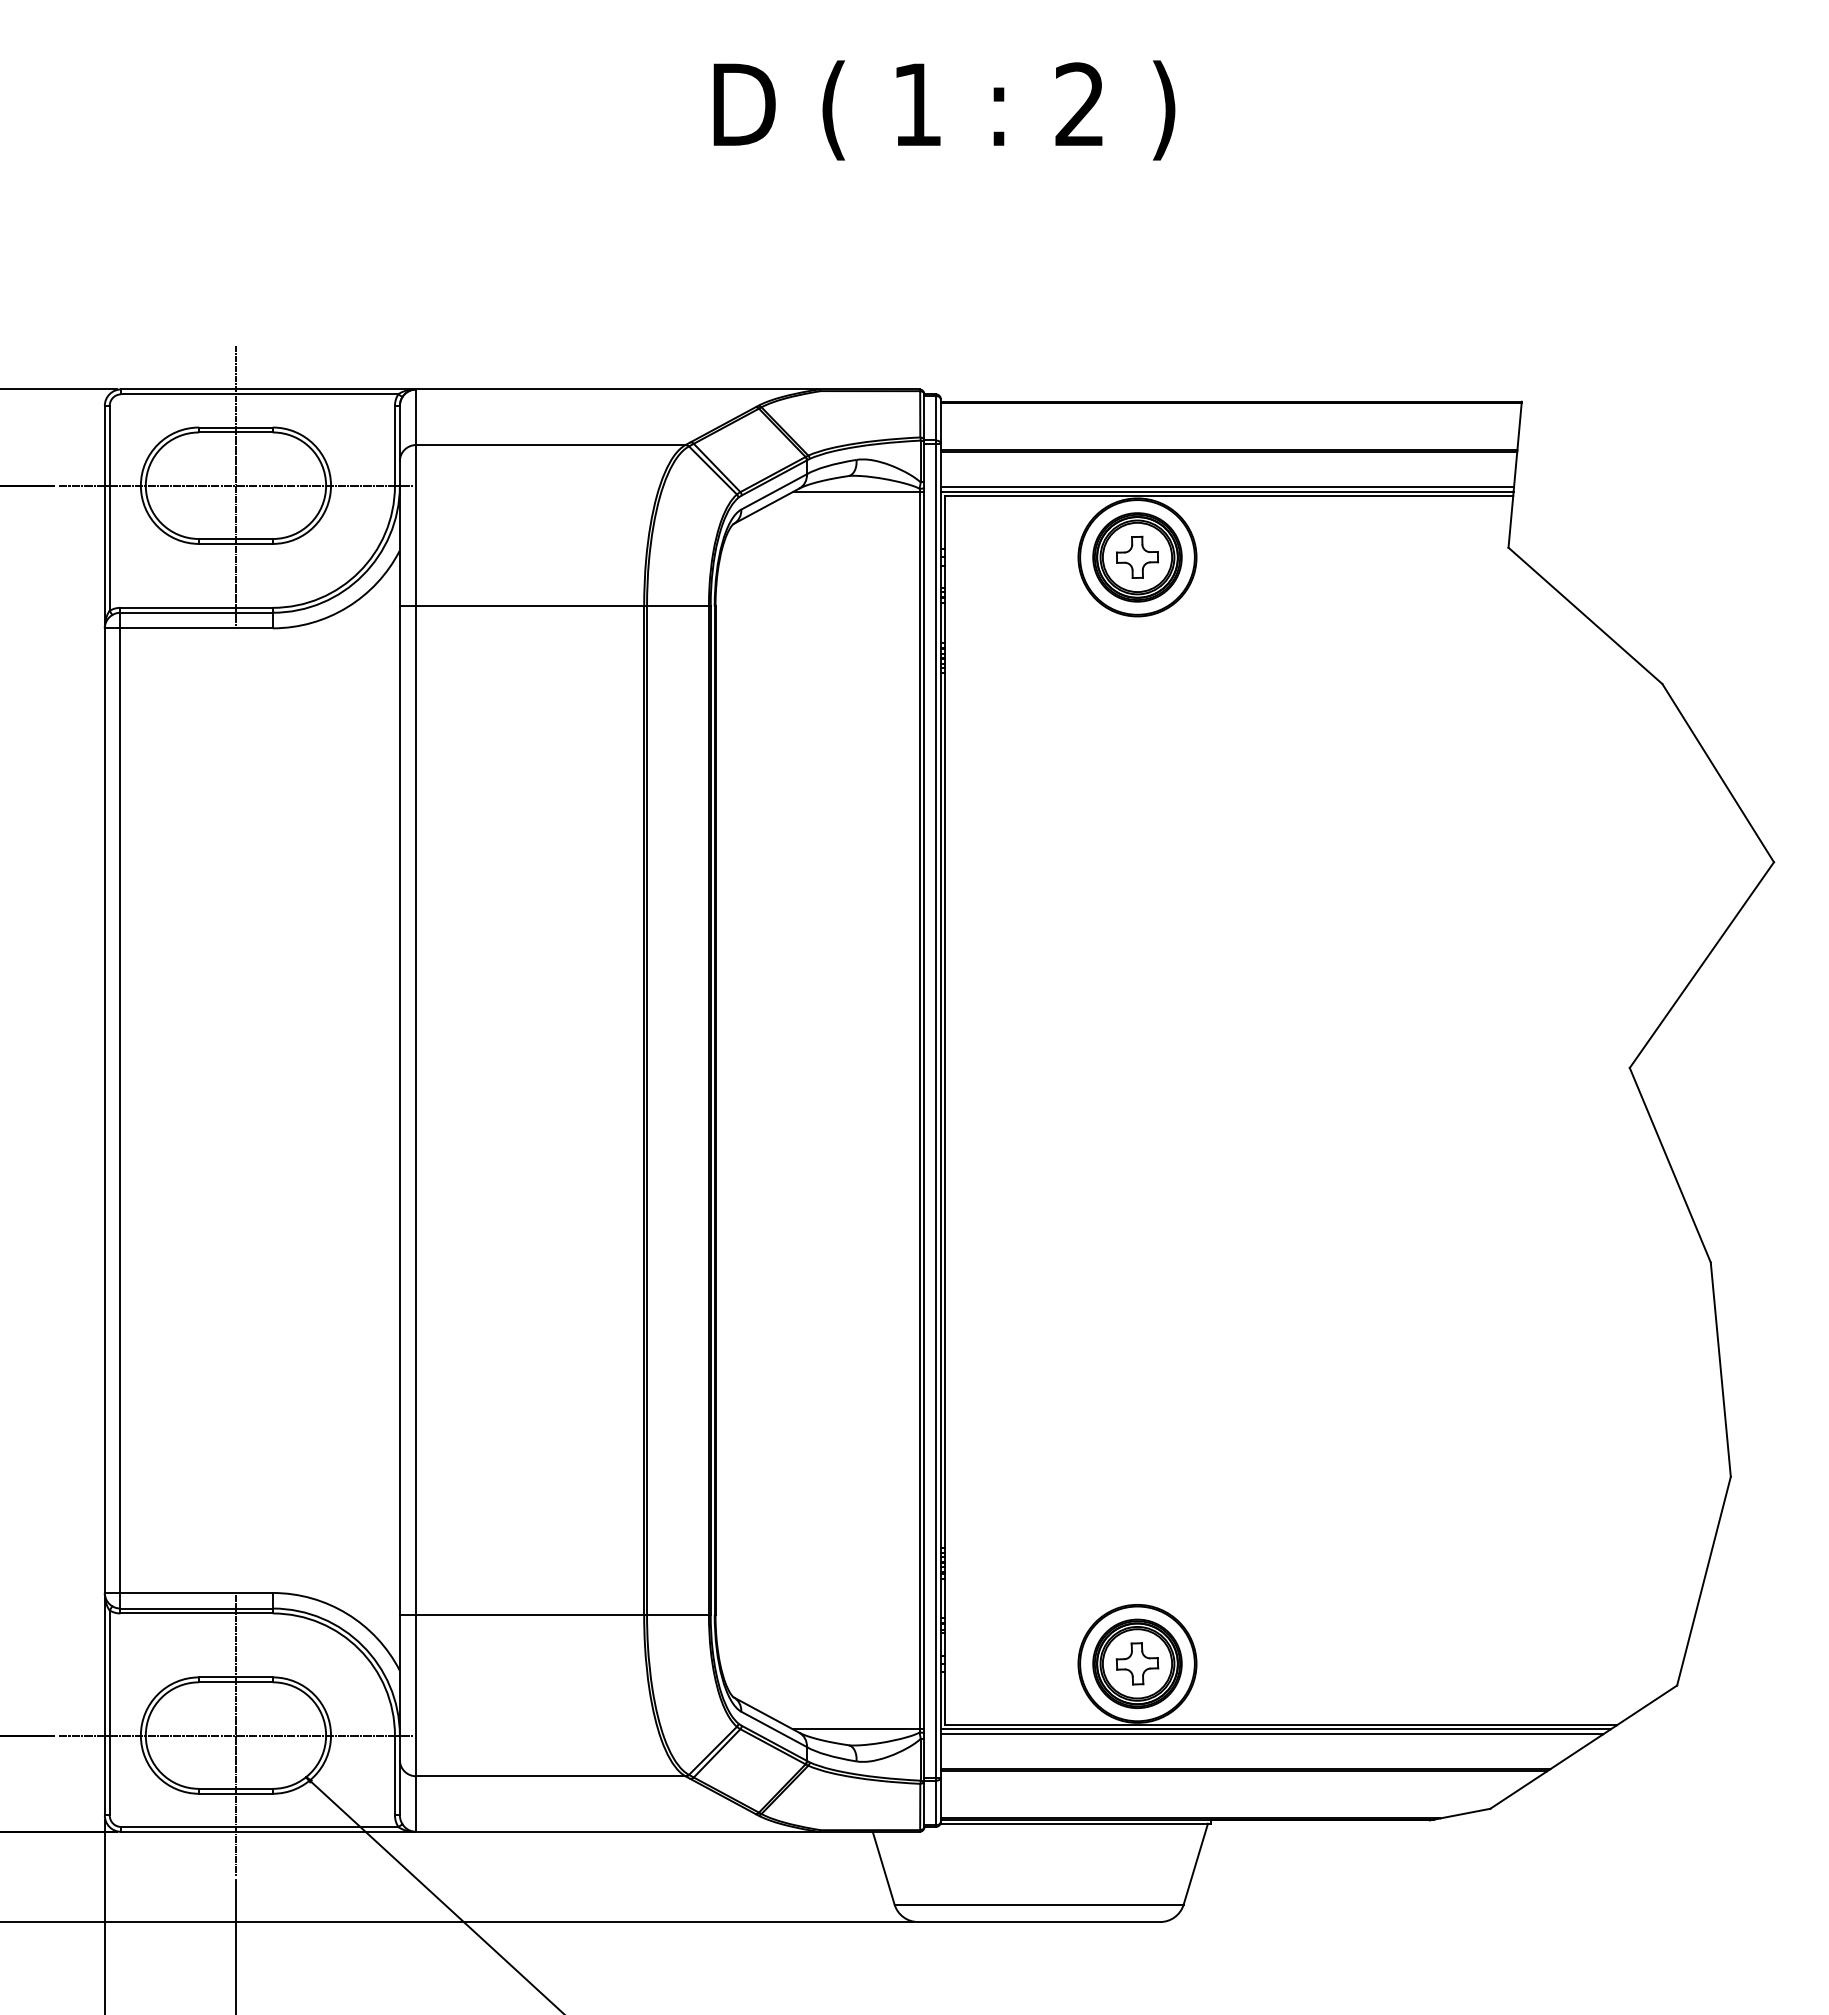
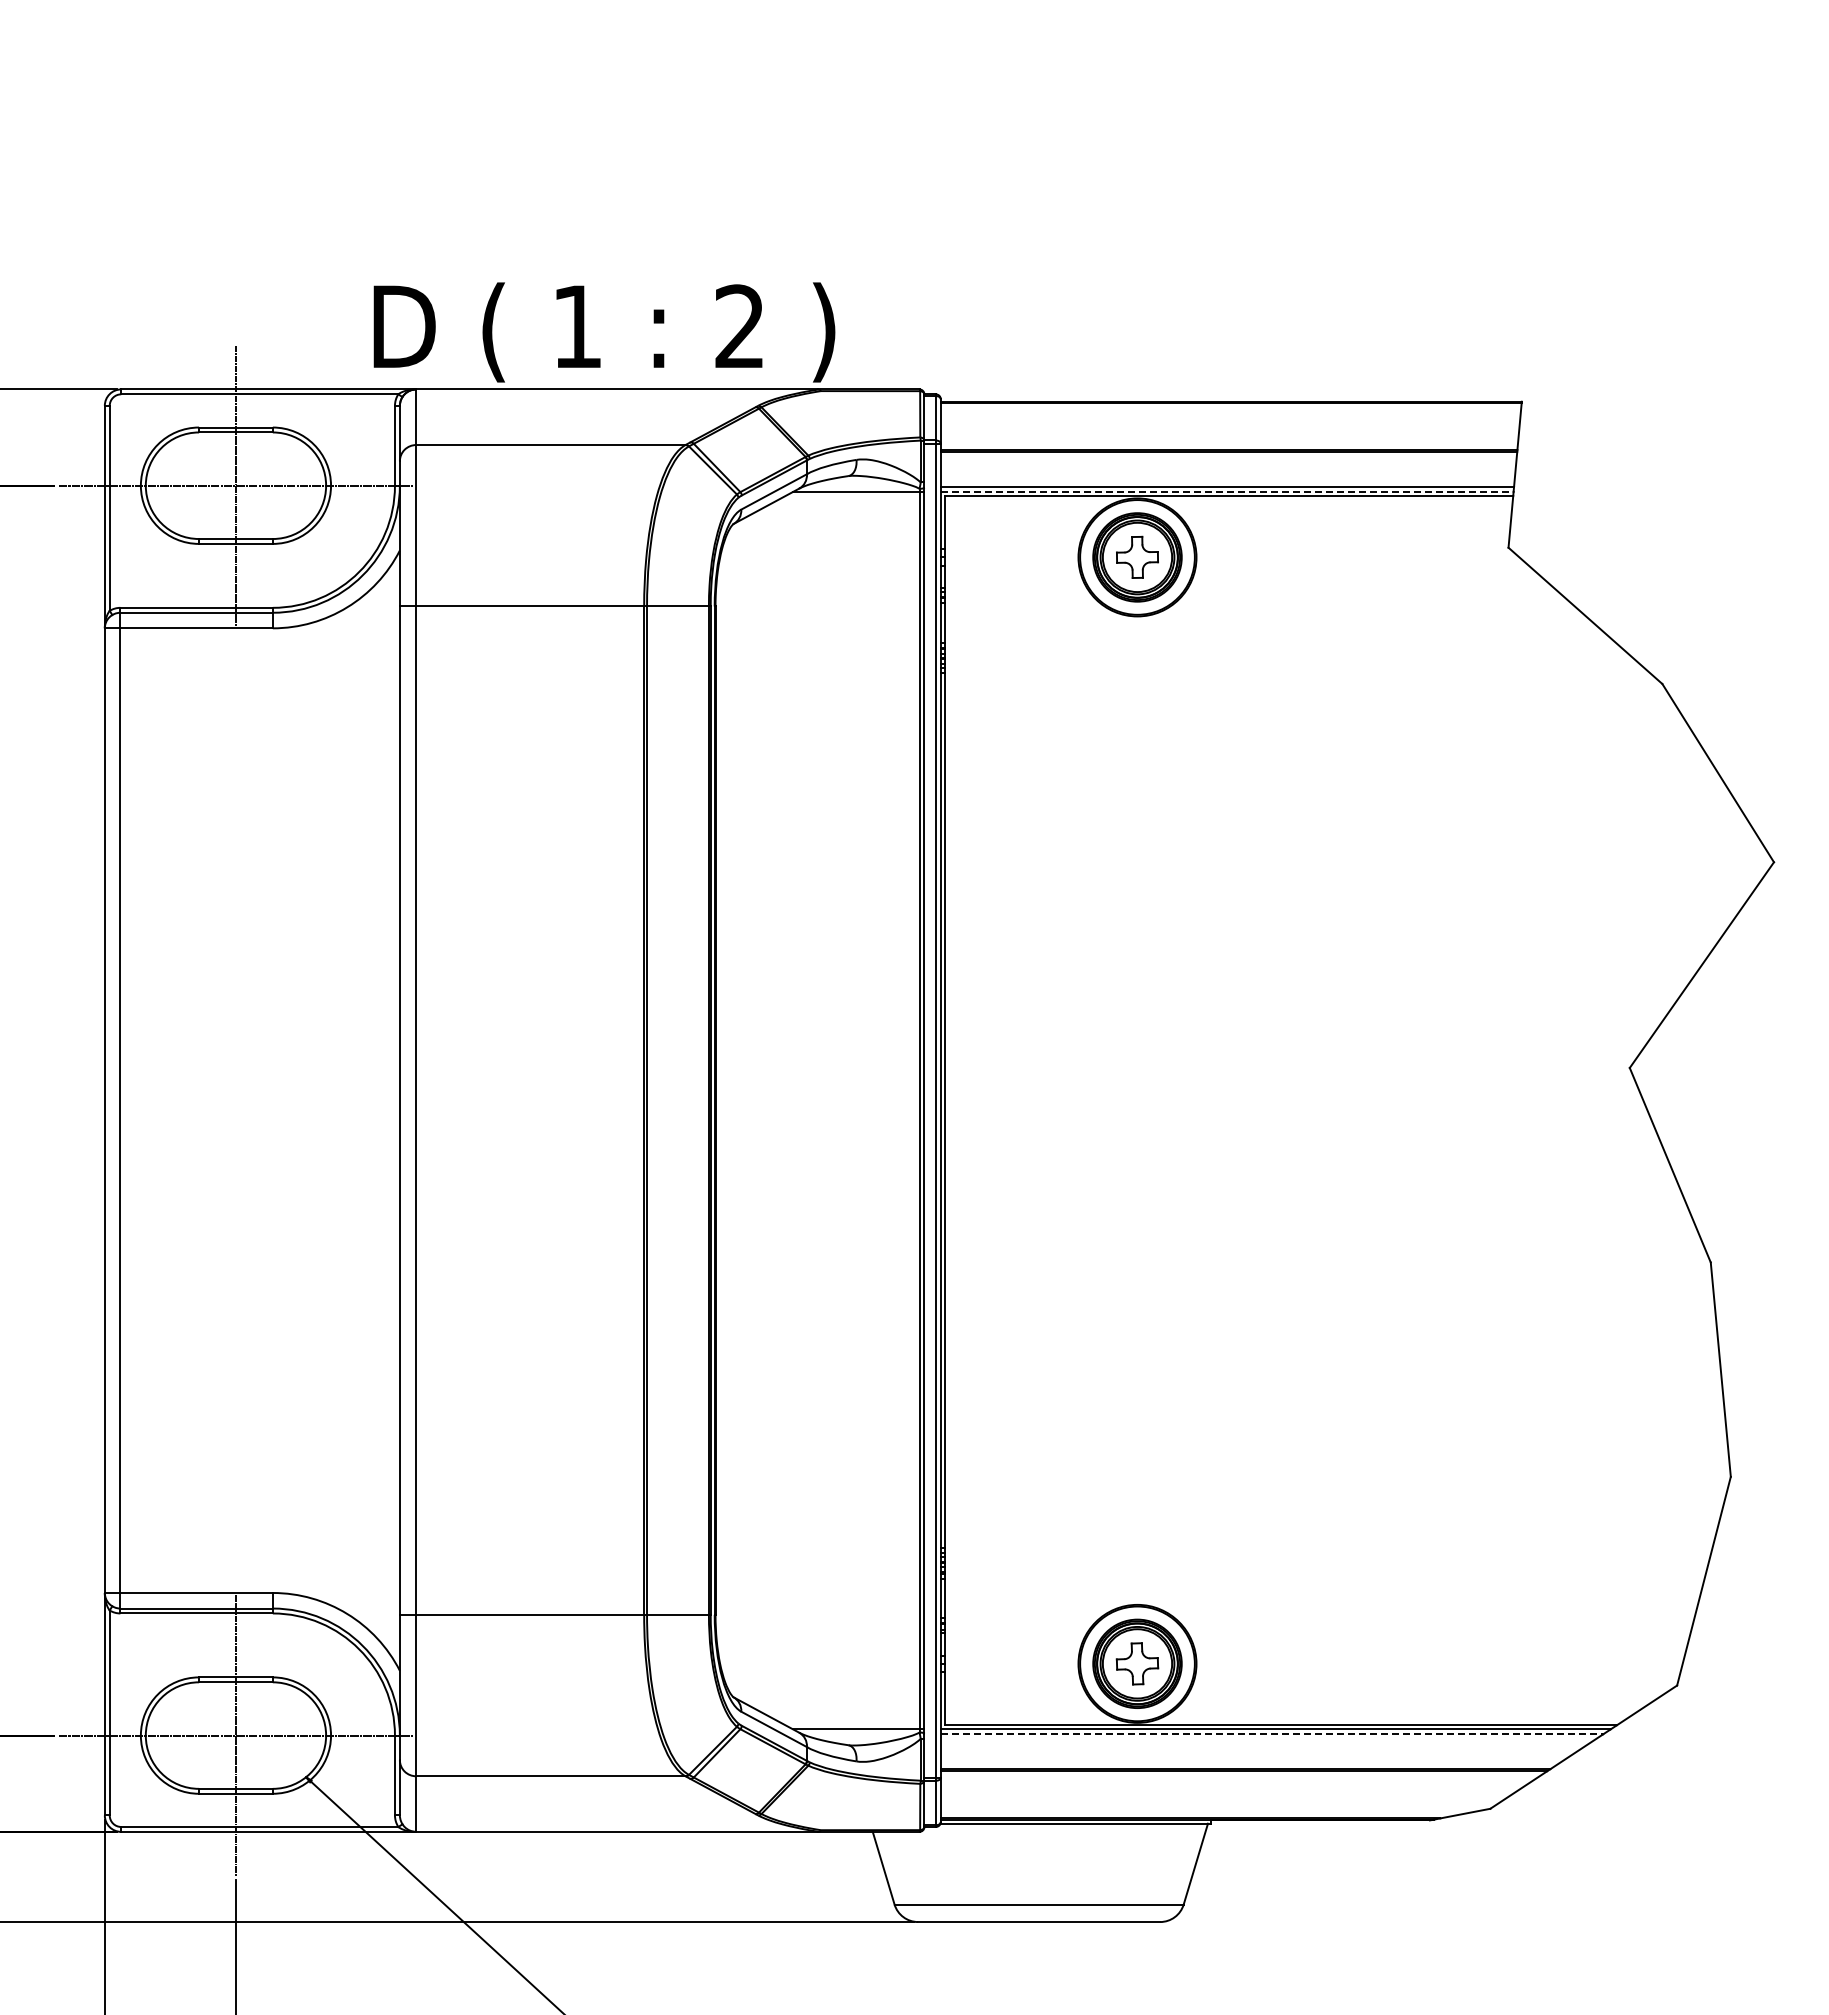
text at (944, 110) position: (944, 110) -> (604, 332)
line at (1227, 491): solid -> dashed
line at (1272, 1734): solid -> dashed
